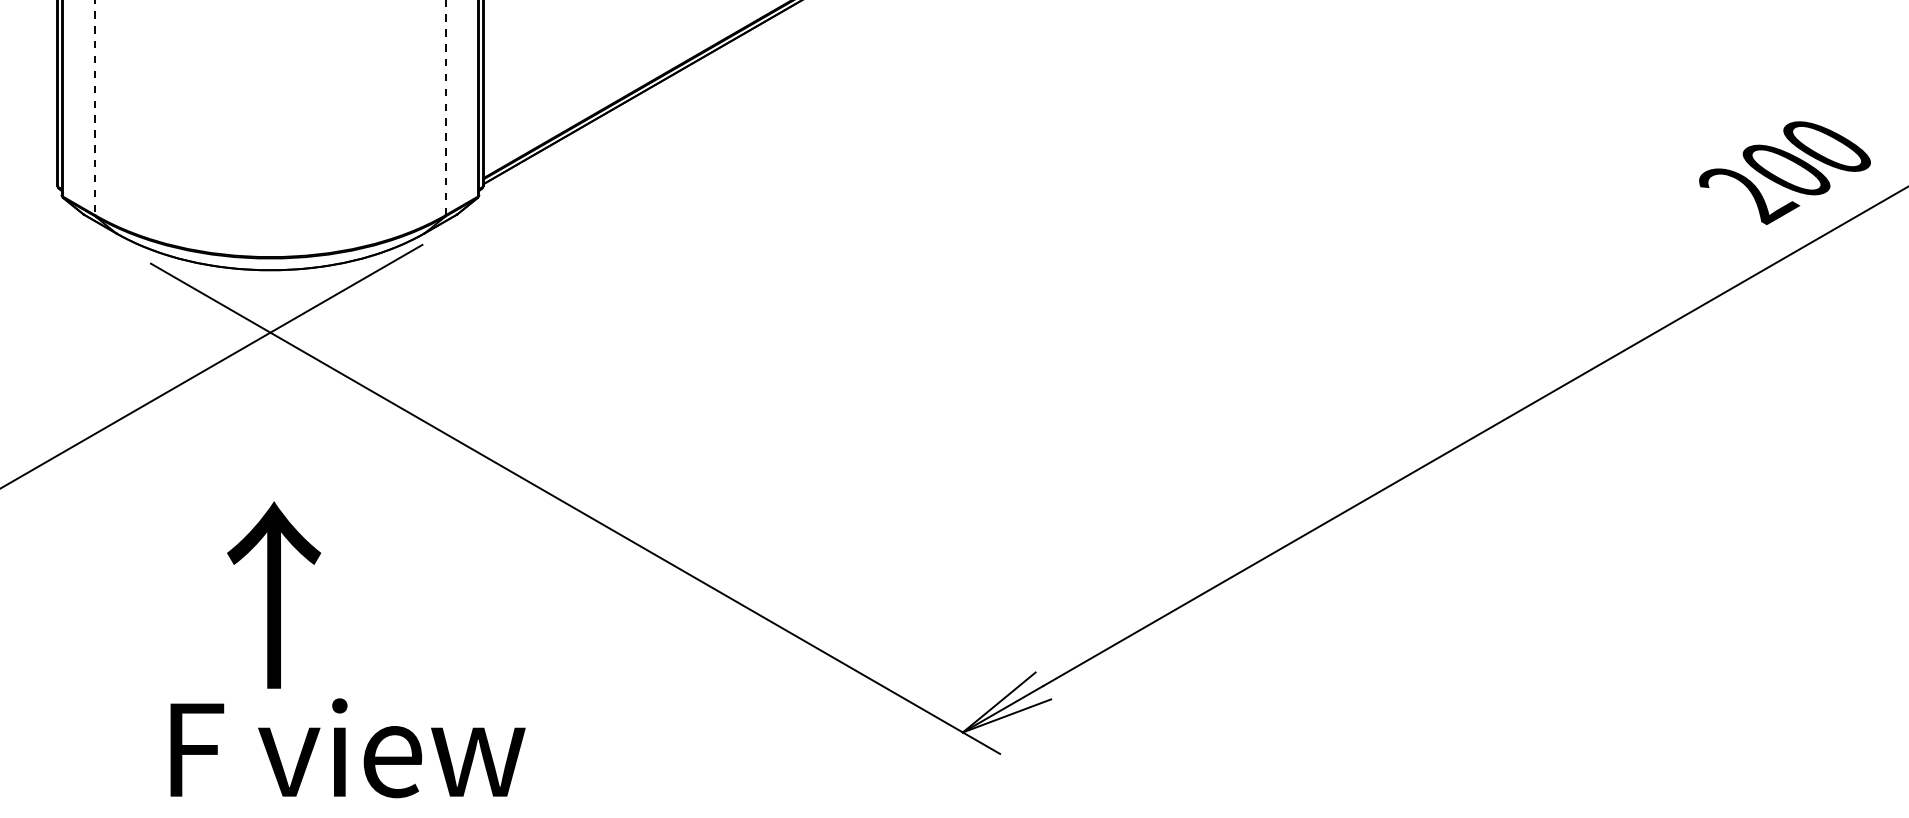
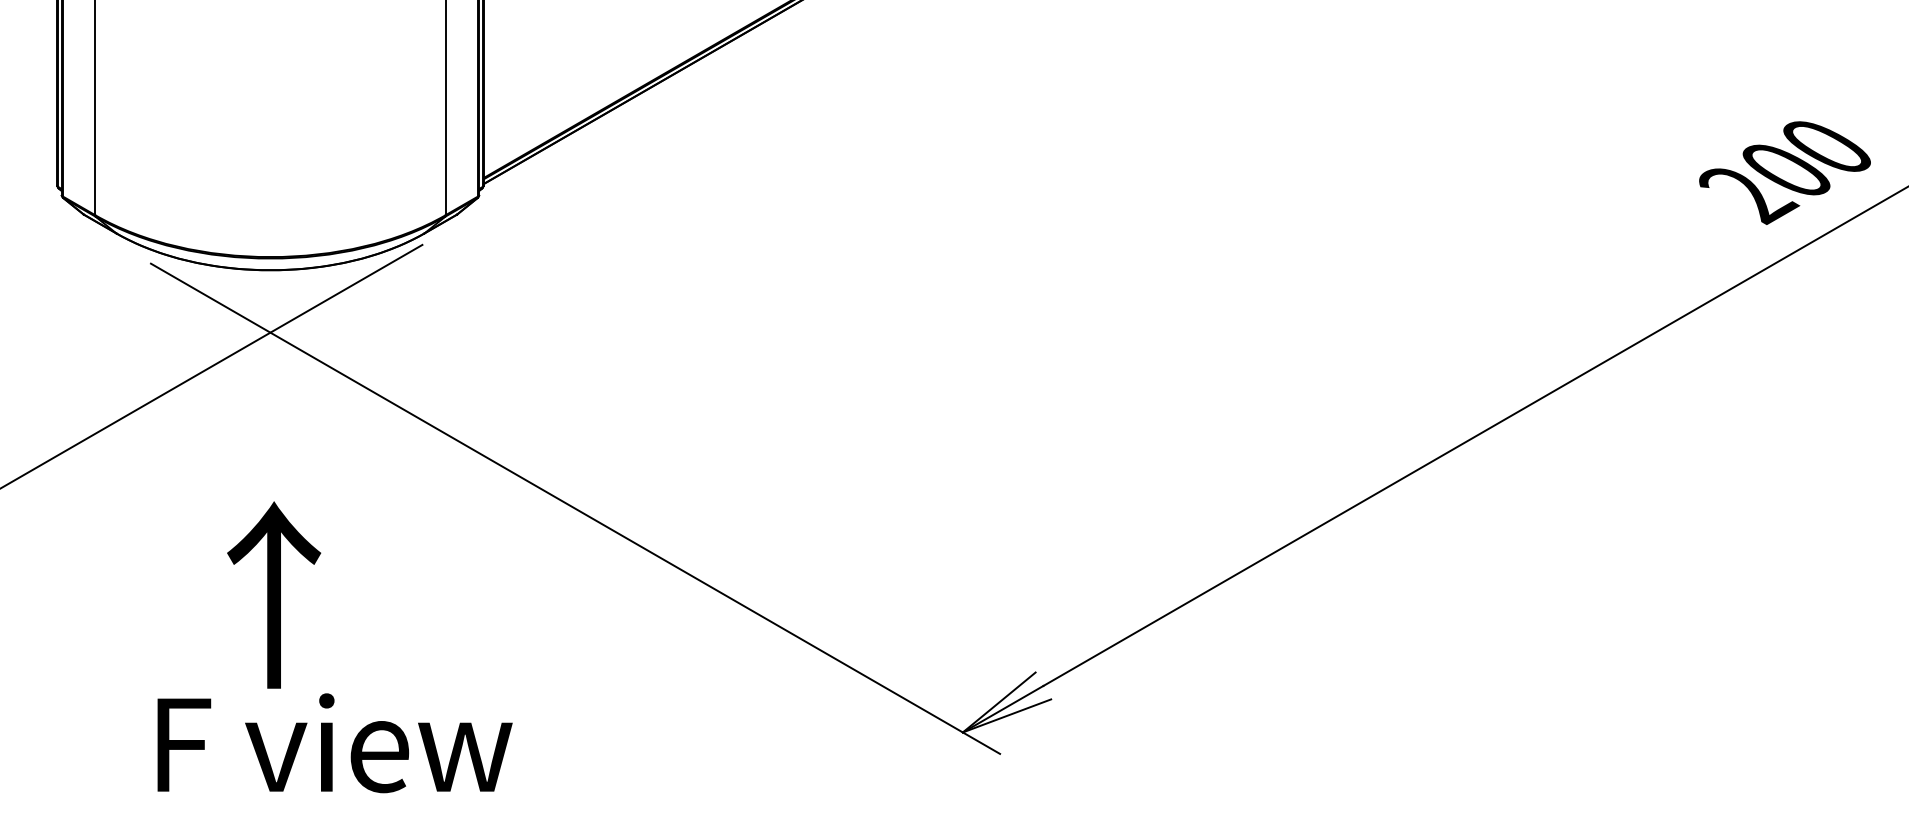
line at (445, 107): dashed -> solid
line at (95, 108): dashed -> solid
text at (347, 748) position: (347, 748) -> (334, 743)
